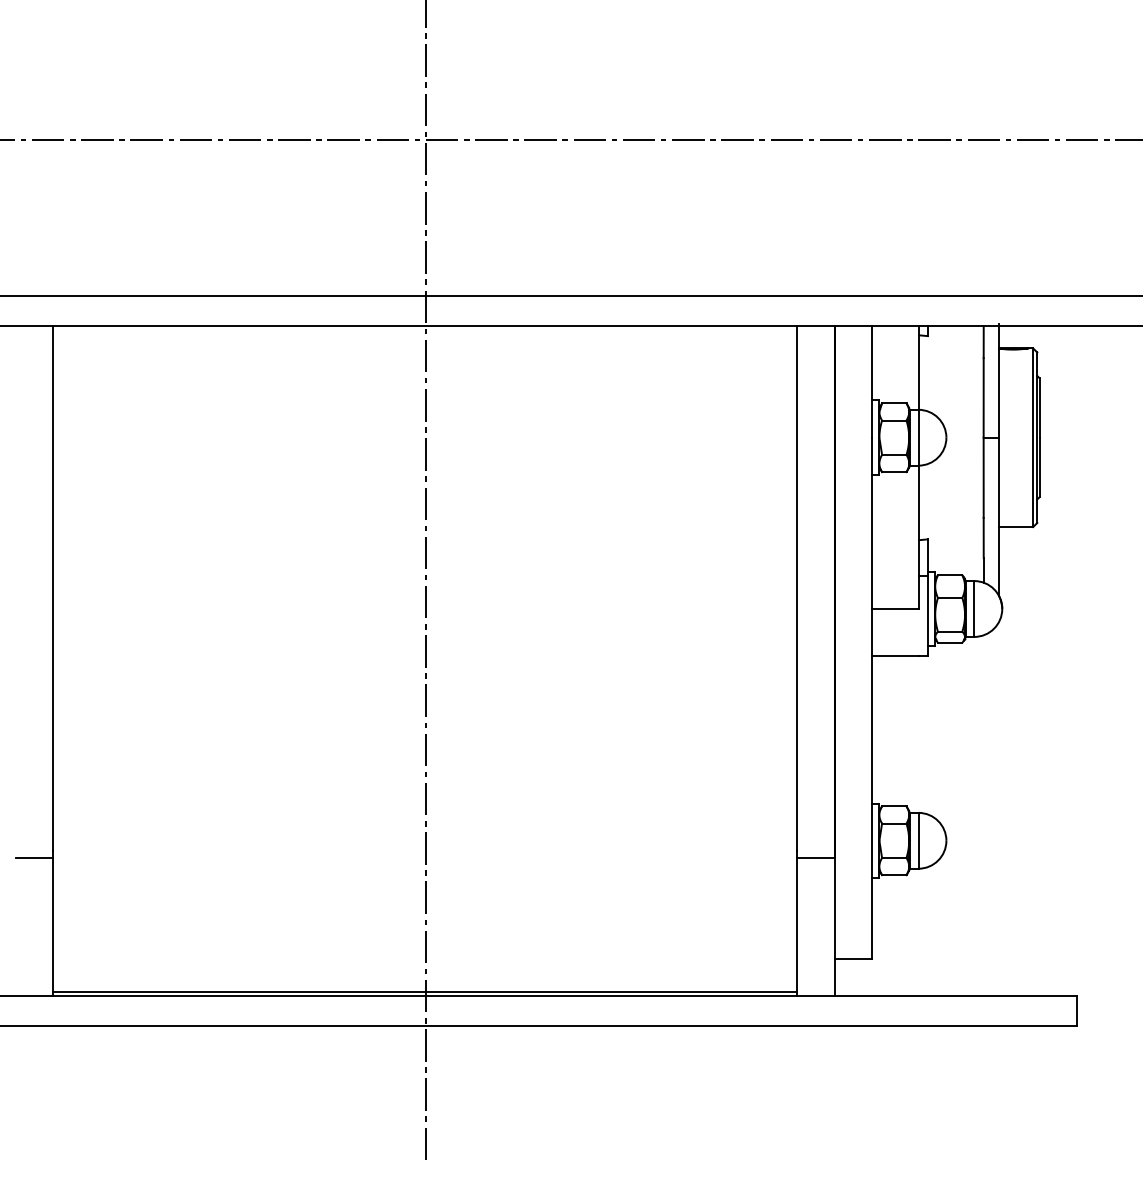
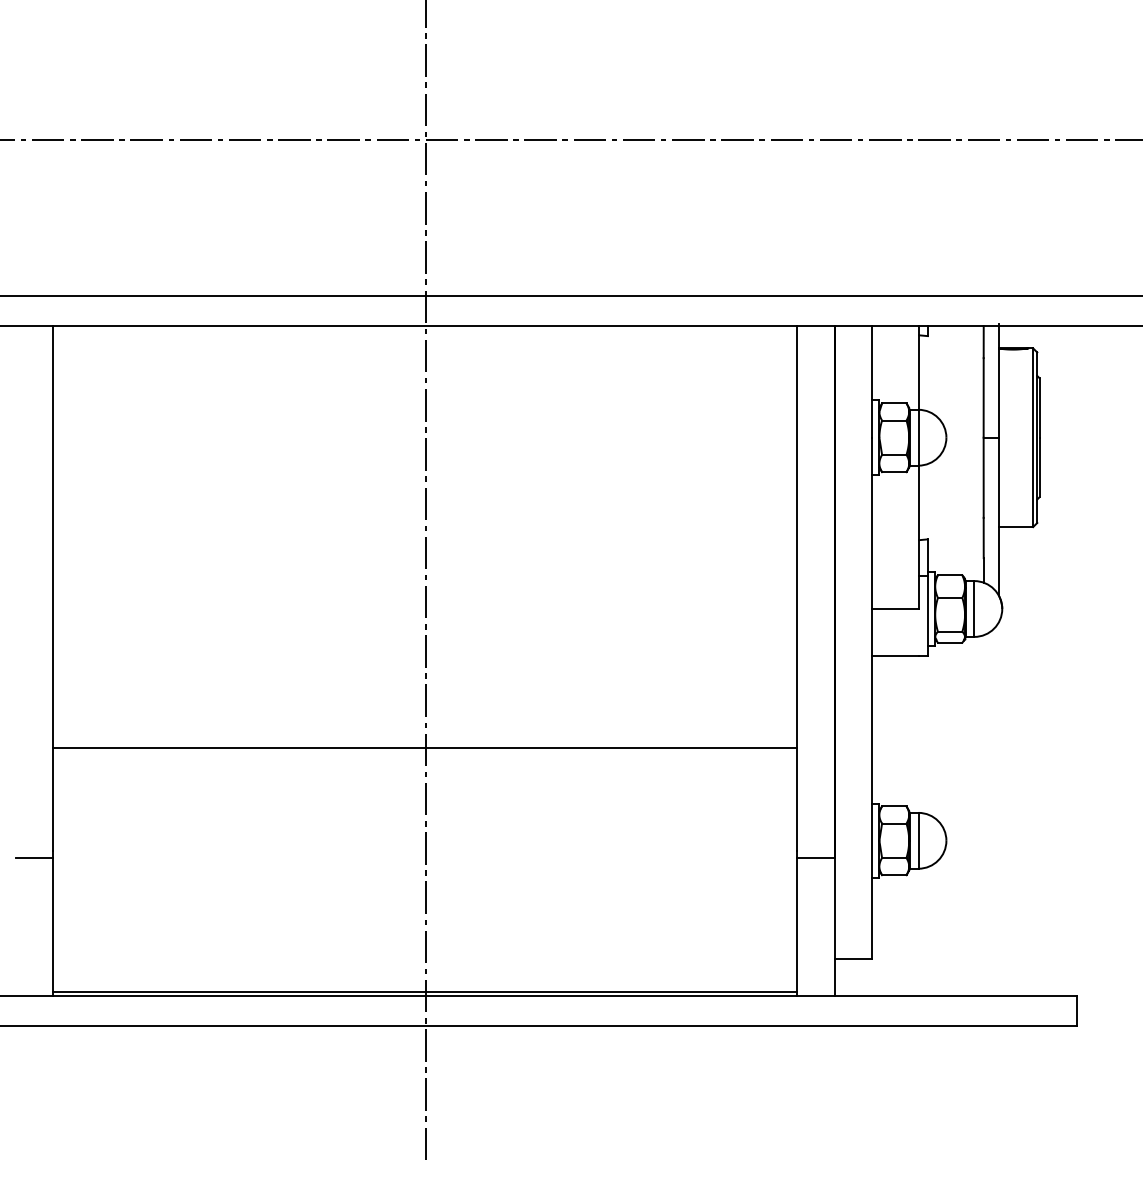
line at (424, 748): none -> present
